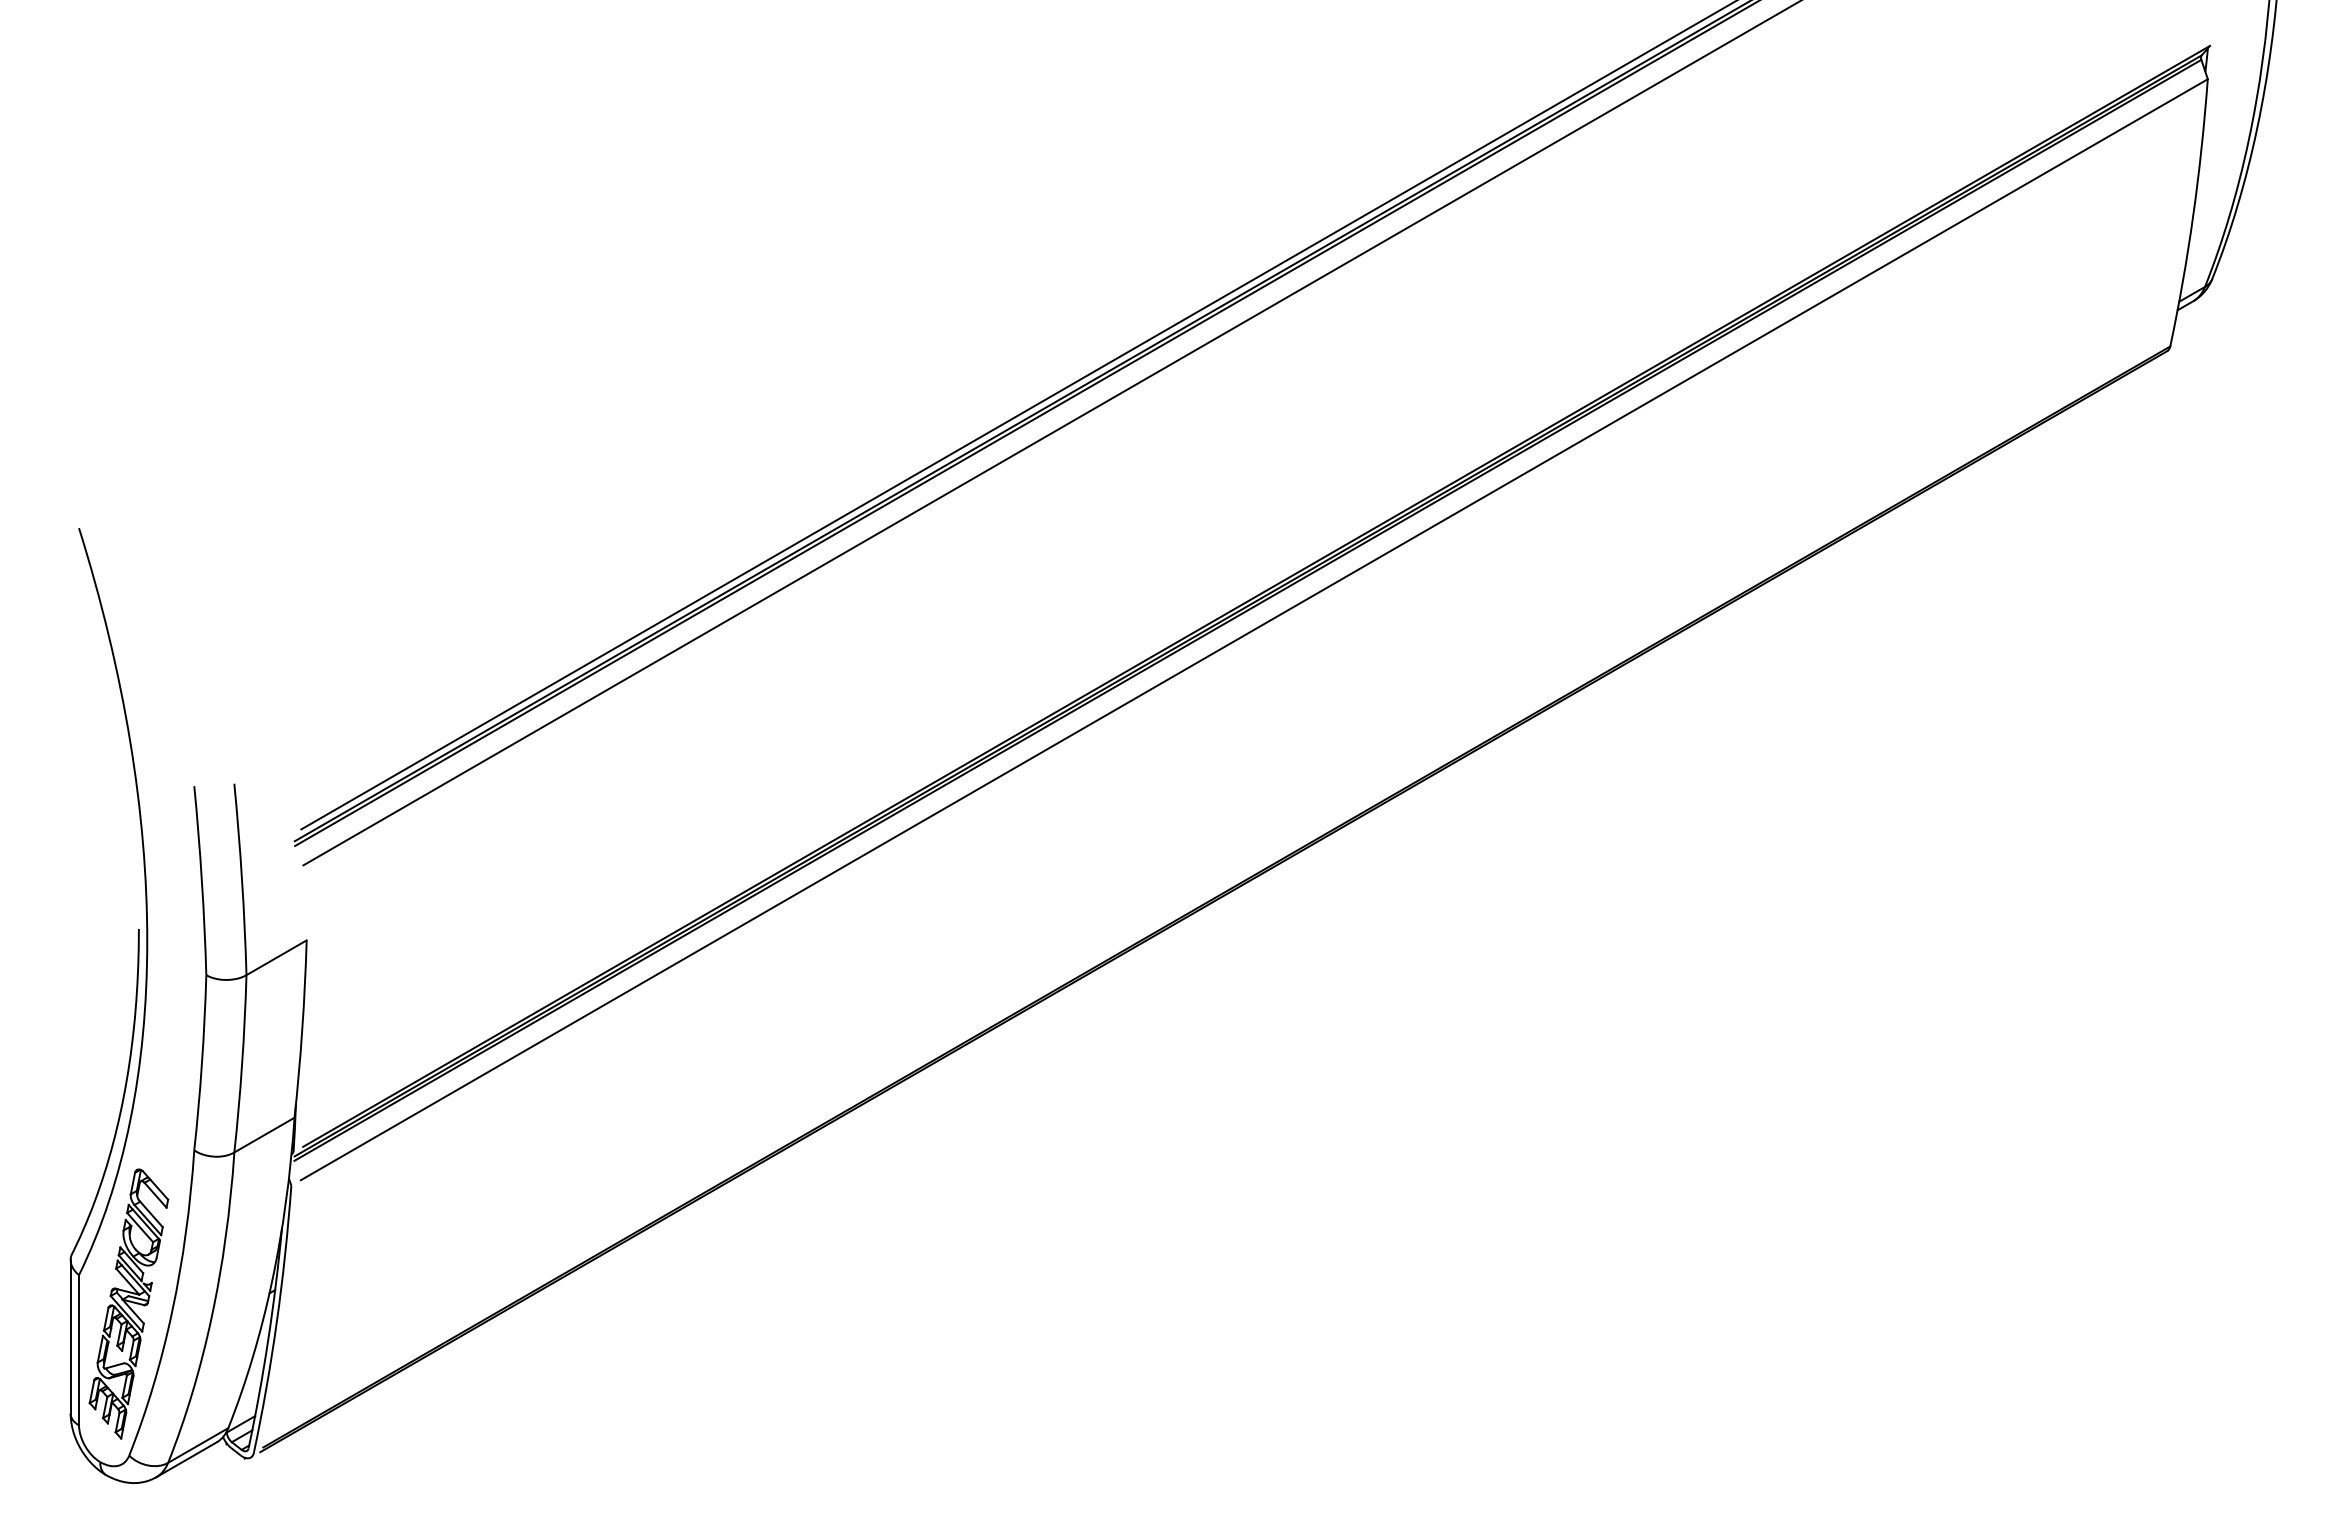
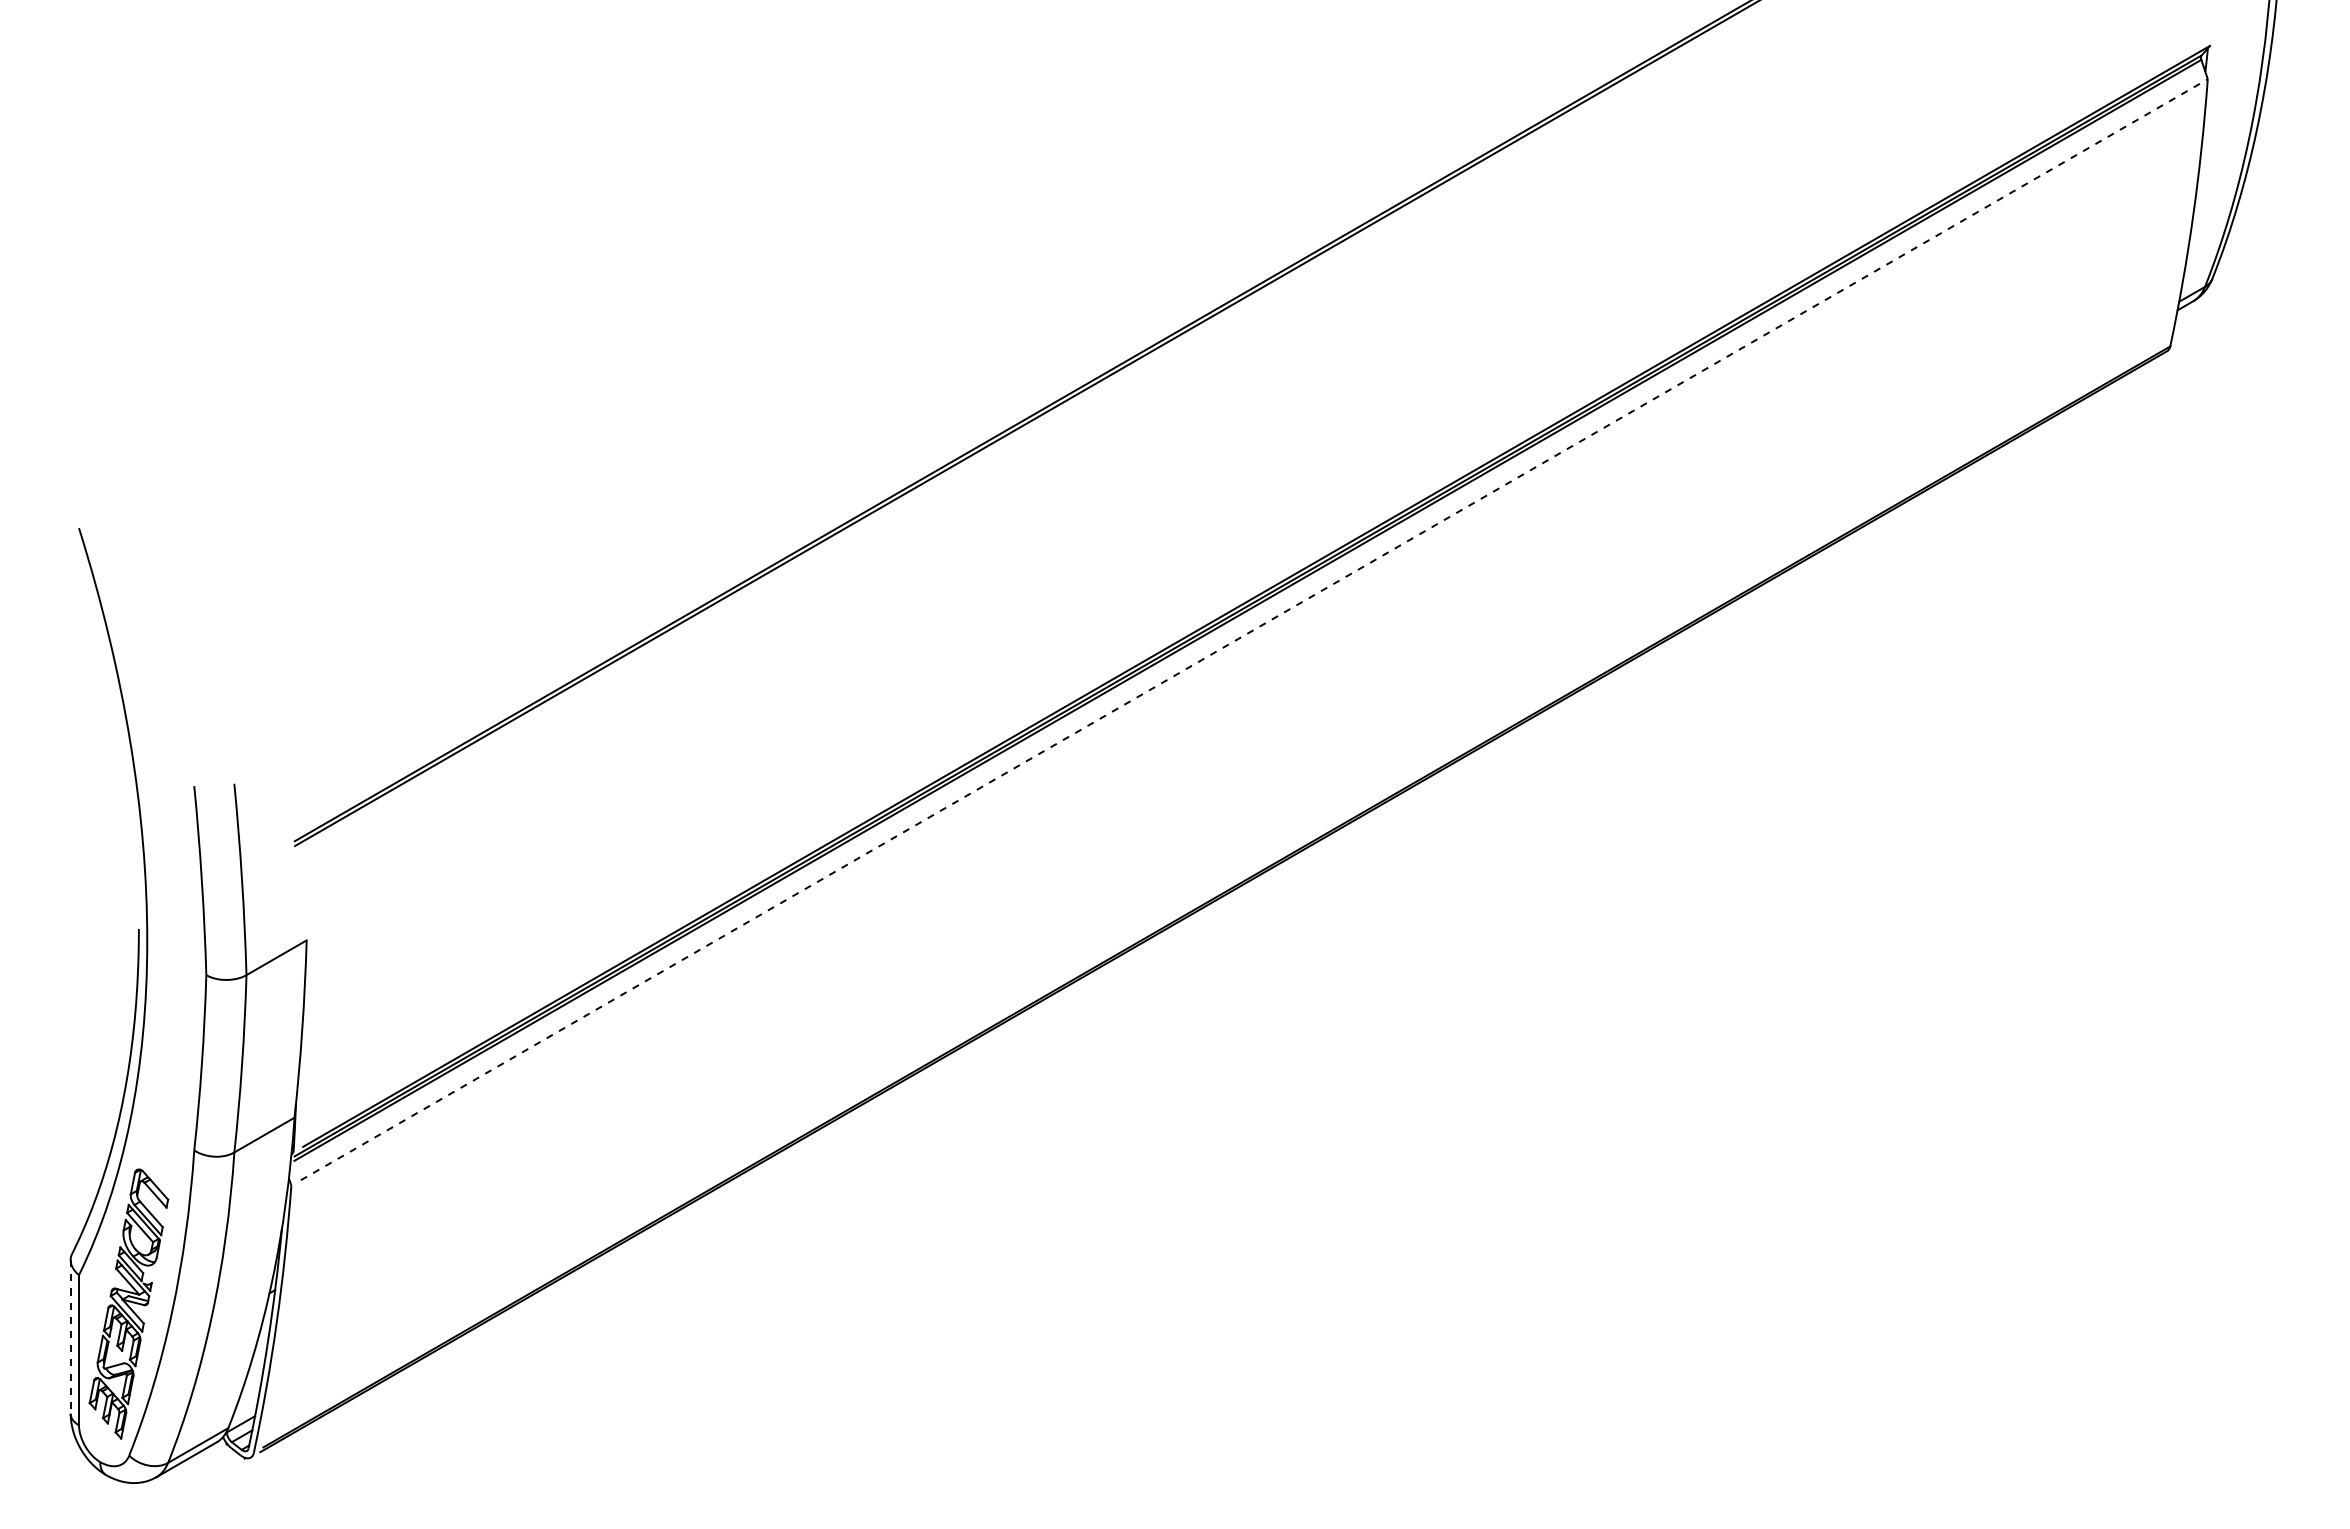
line at (1017, 415): present -> none
line at (1050, 433): present -> none
line at (1254, 629): solid -> dashed
line at (70, 1336): solid -> dashed
